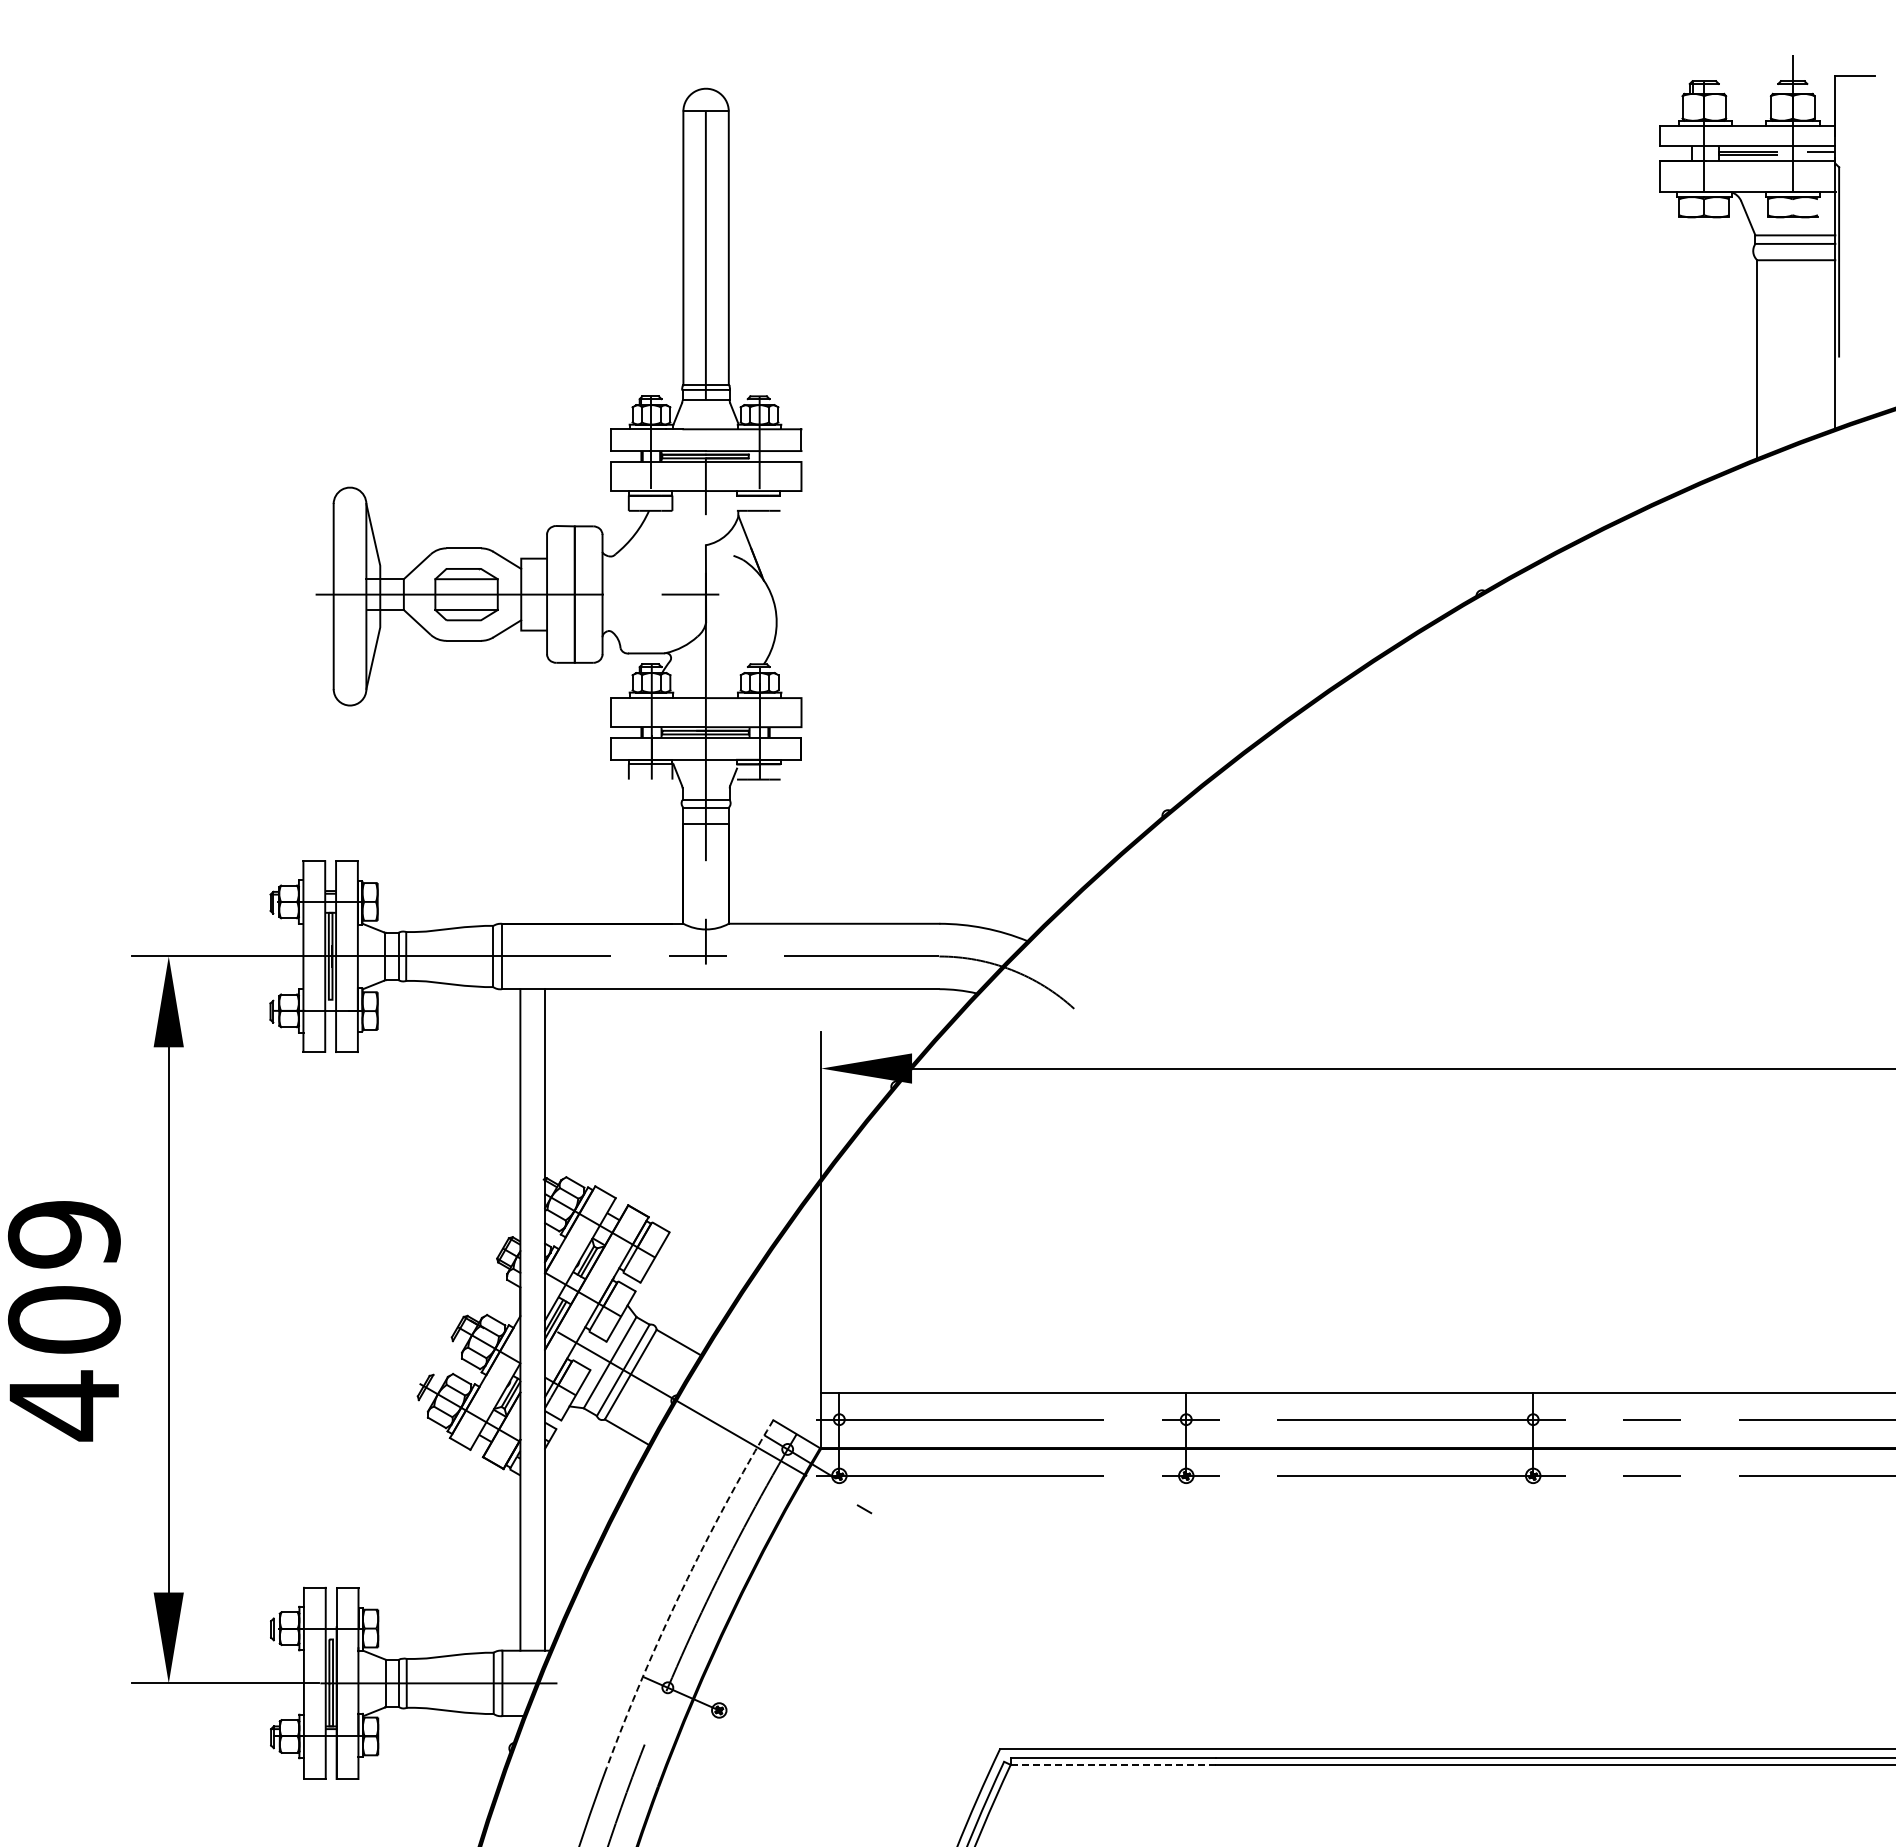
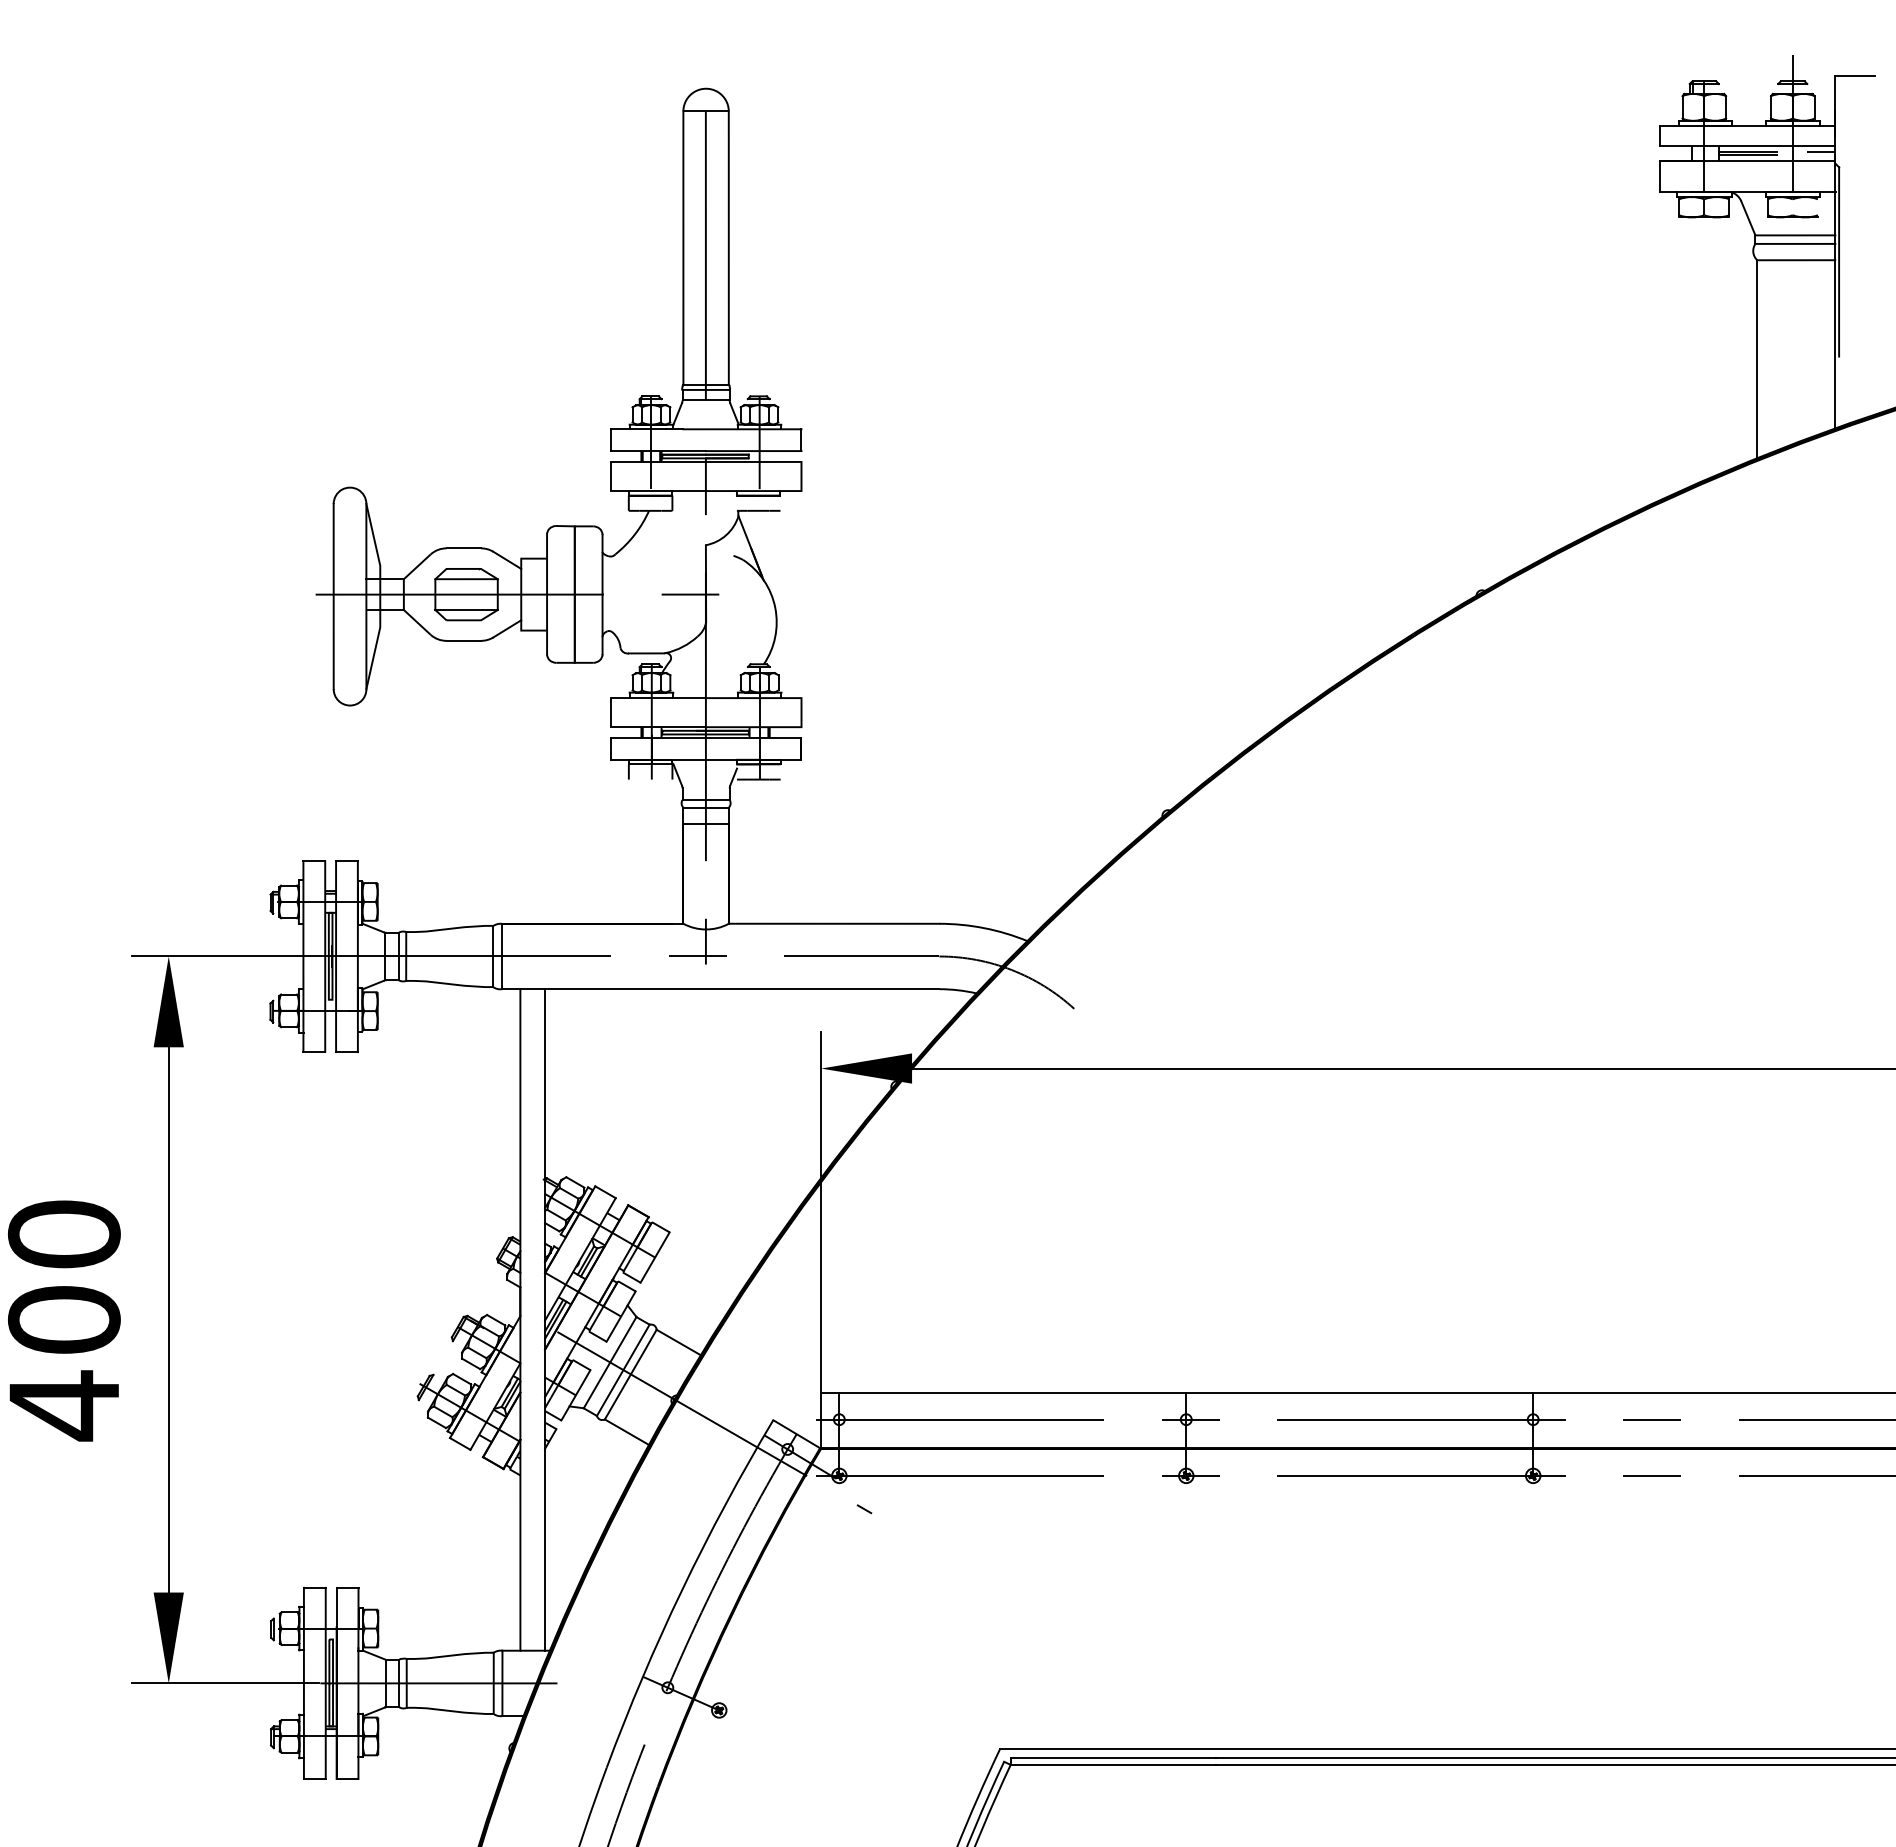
text at (64, 1234): 409 -> 400
arc at (682, 1590): dashed -> solid
line at (1113, 1764): dashed -> solid
